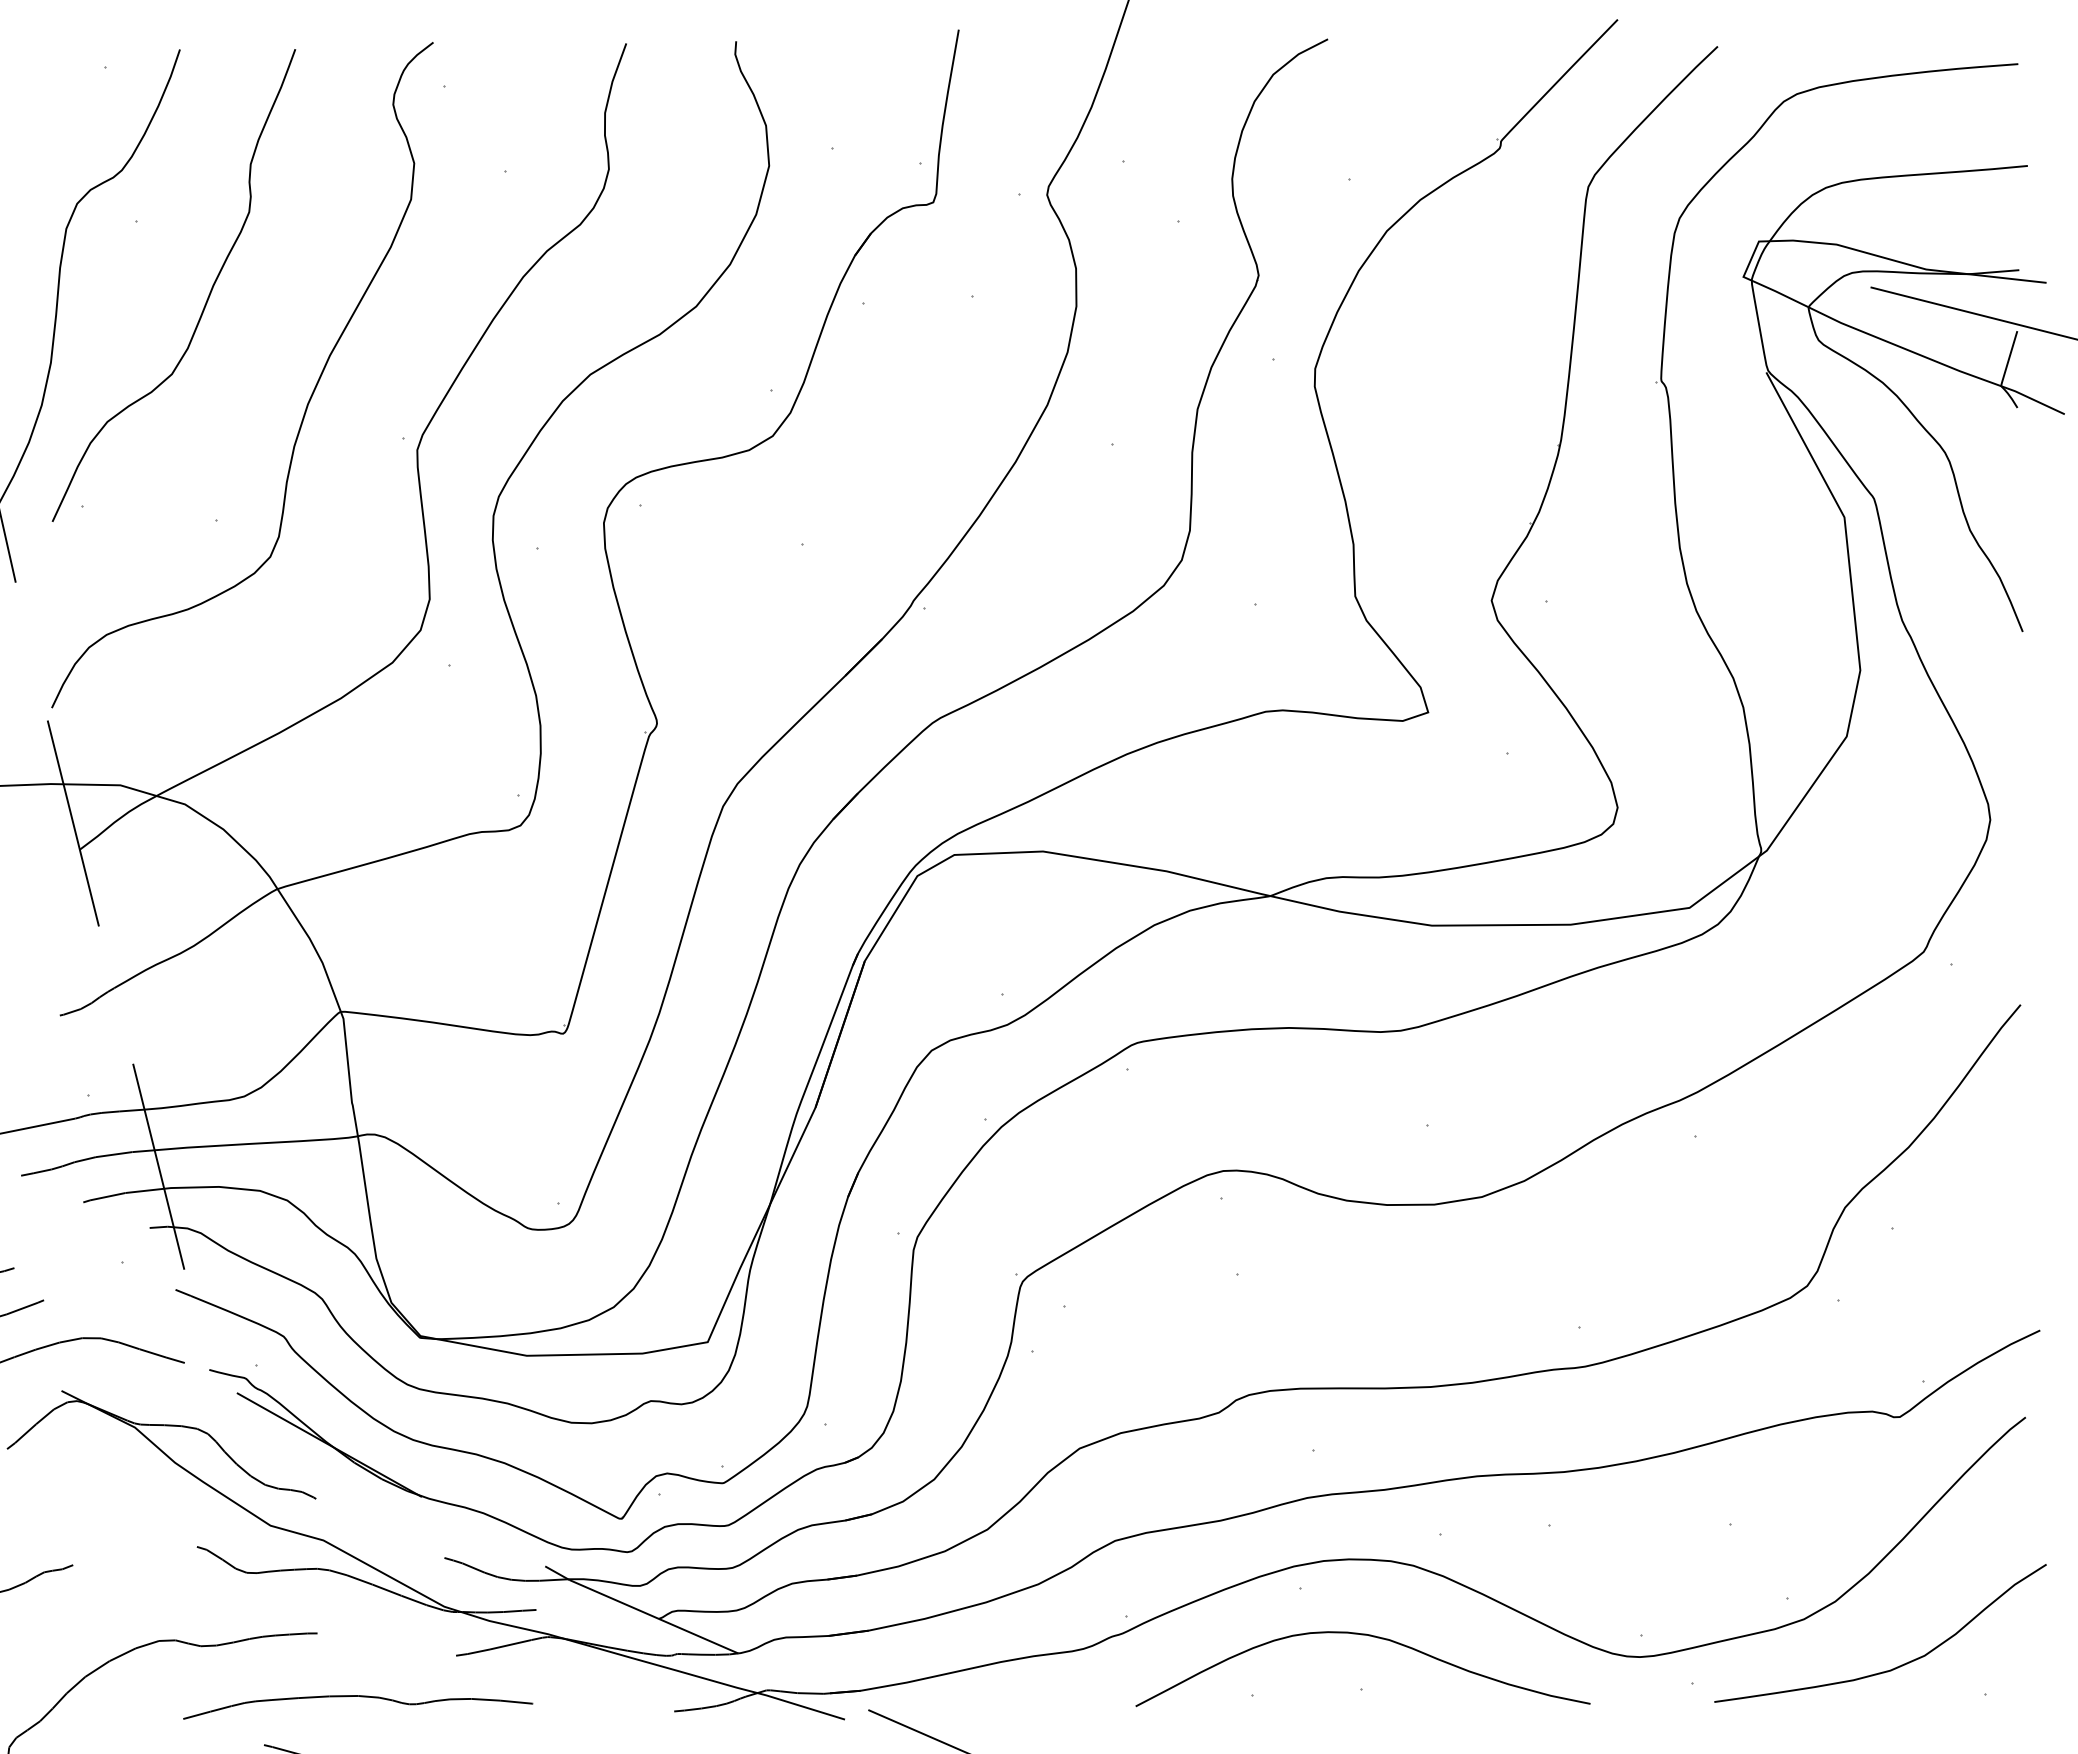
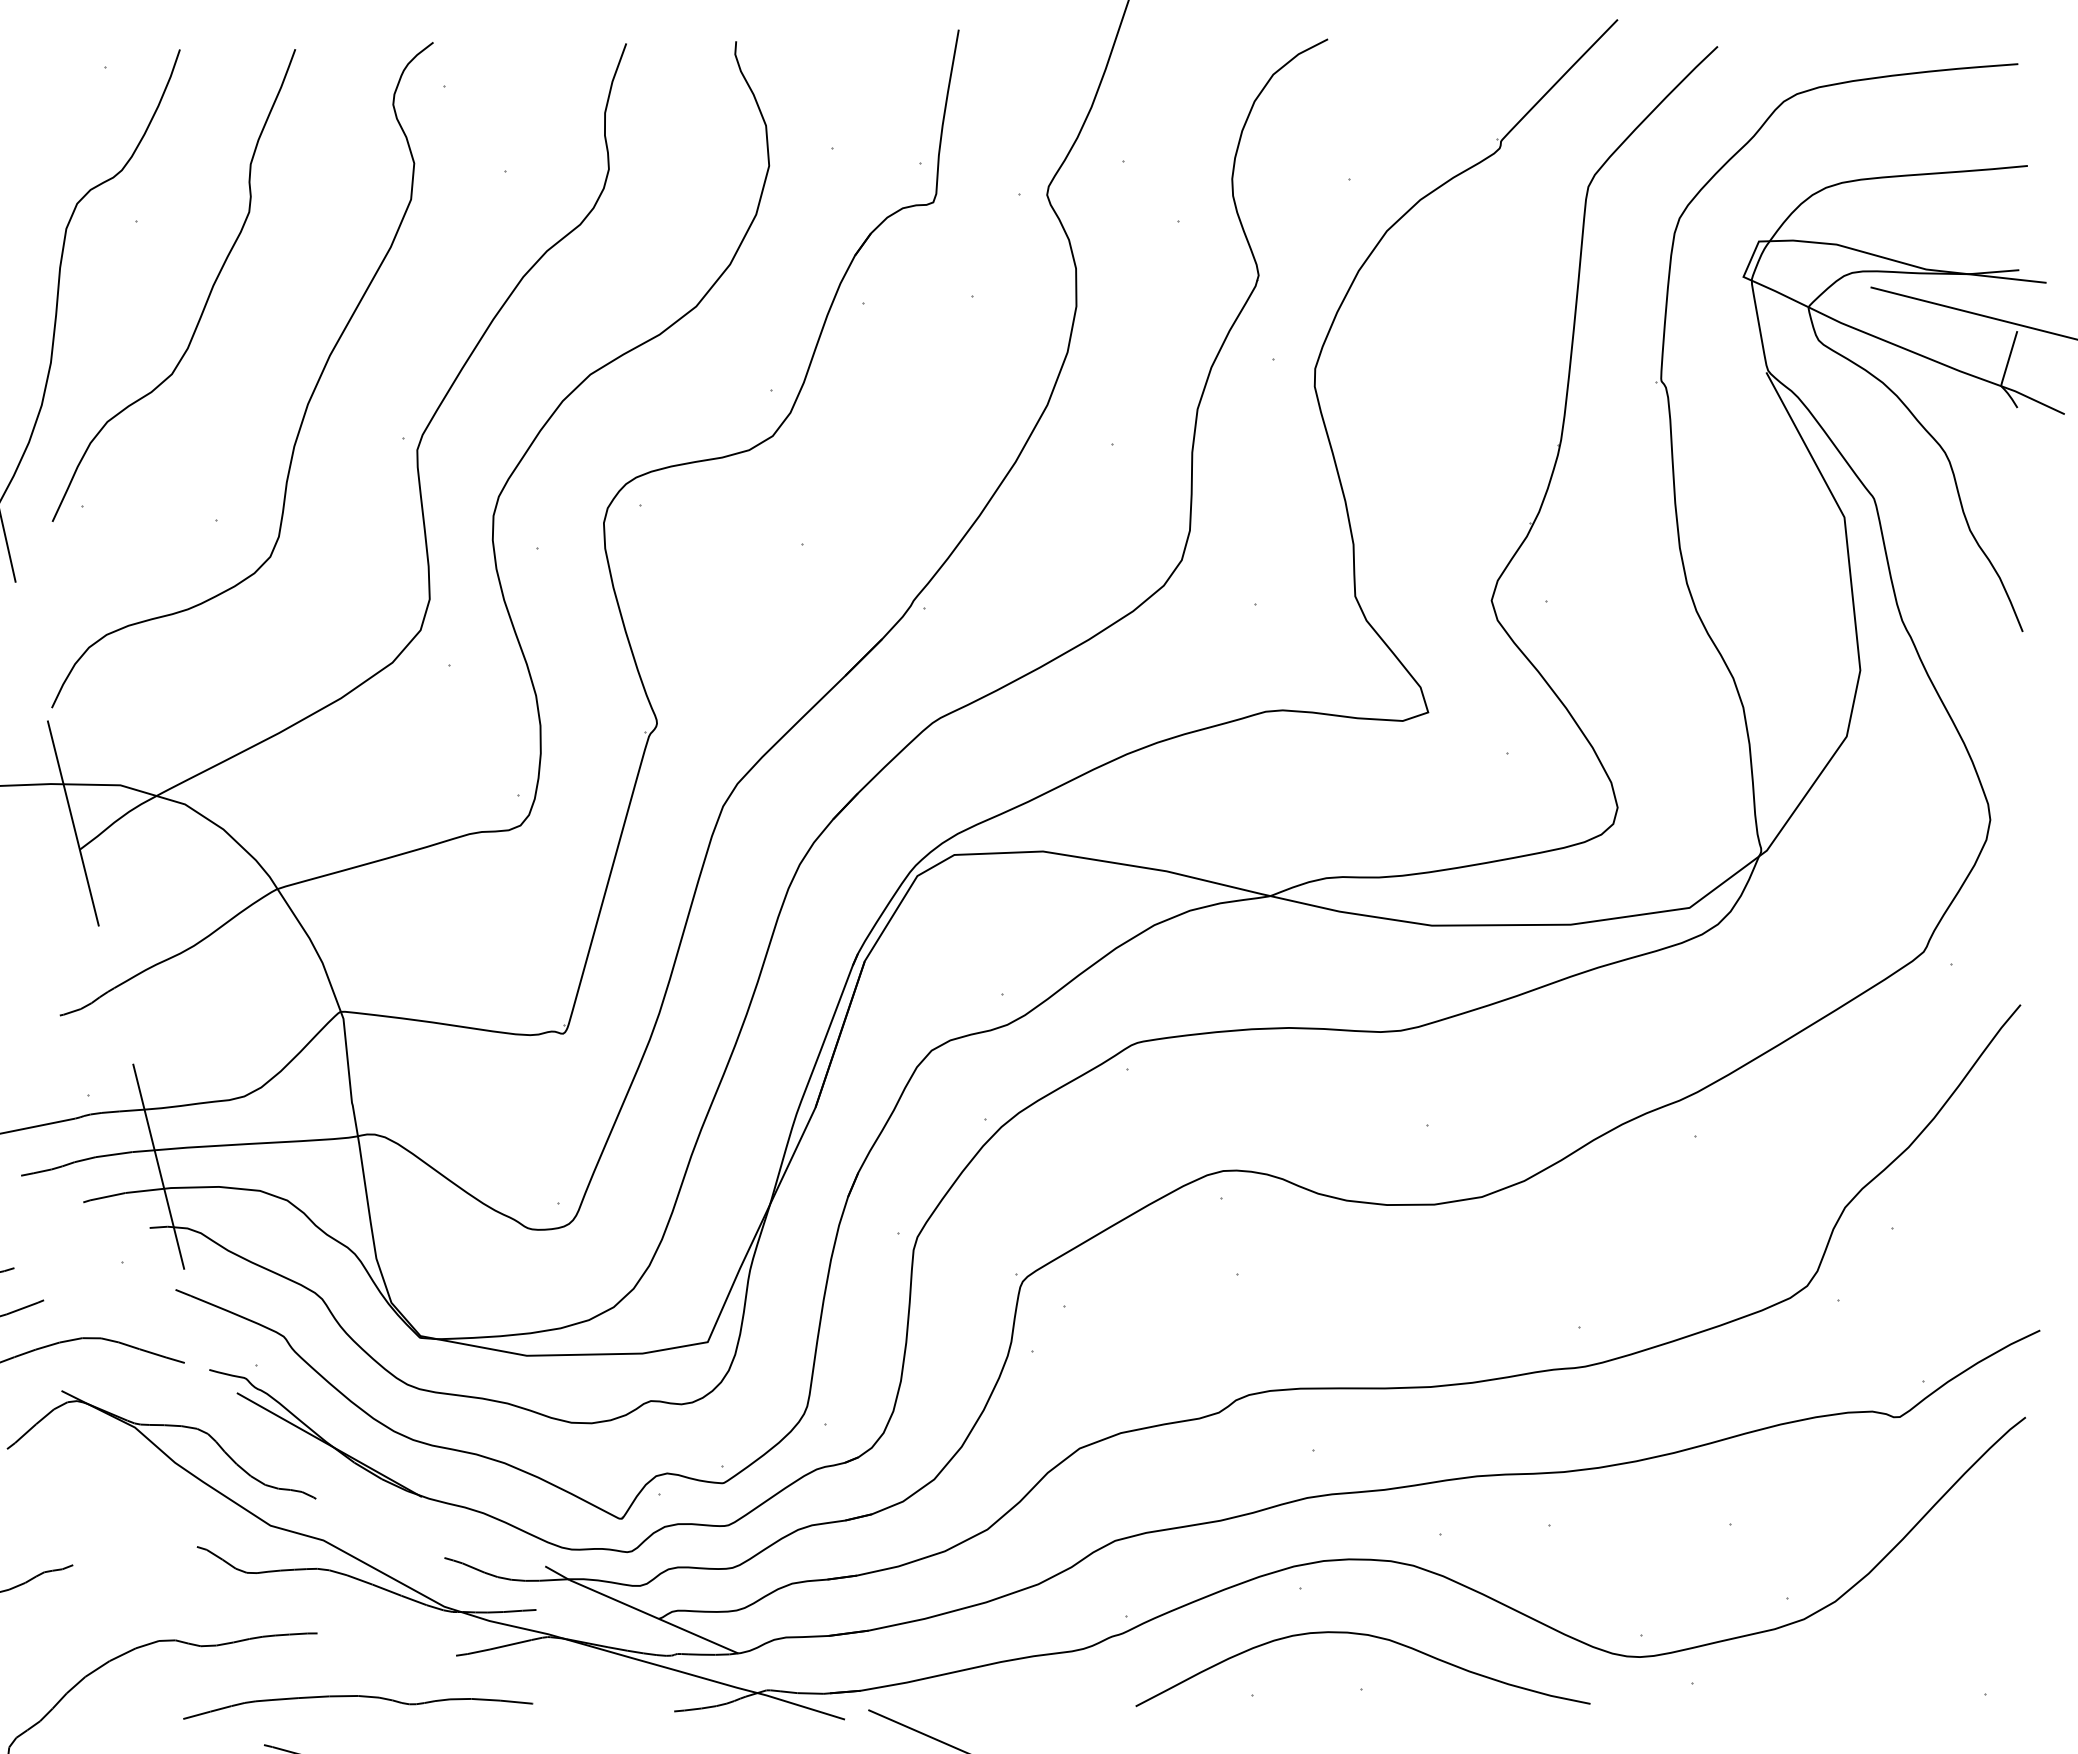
curve at (1894, 1667): present -> none
